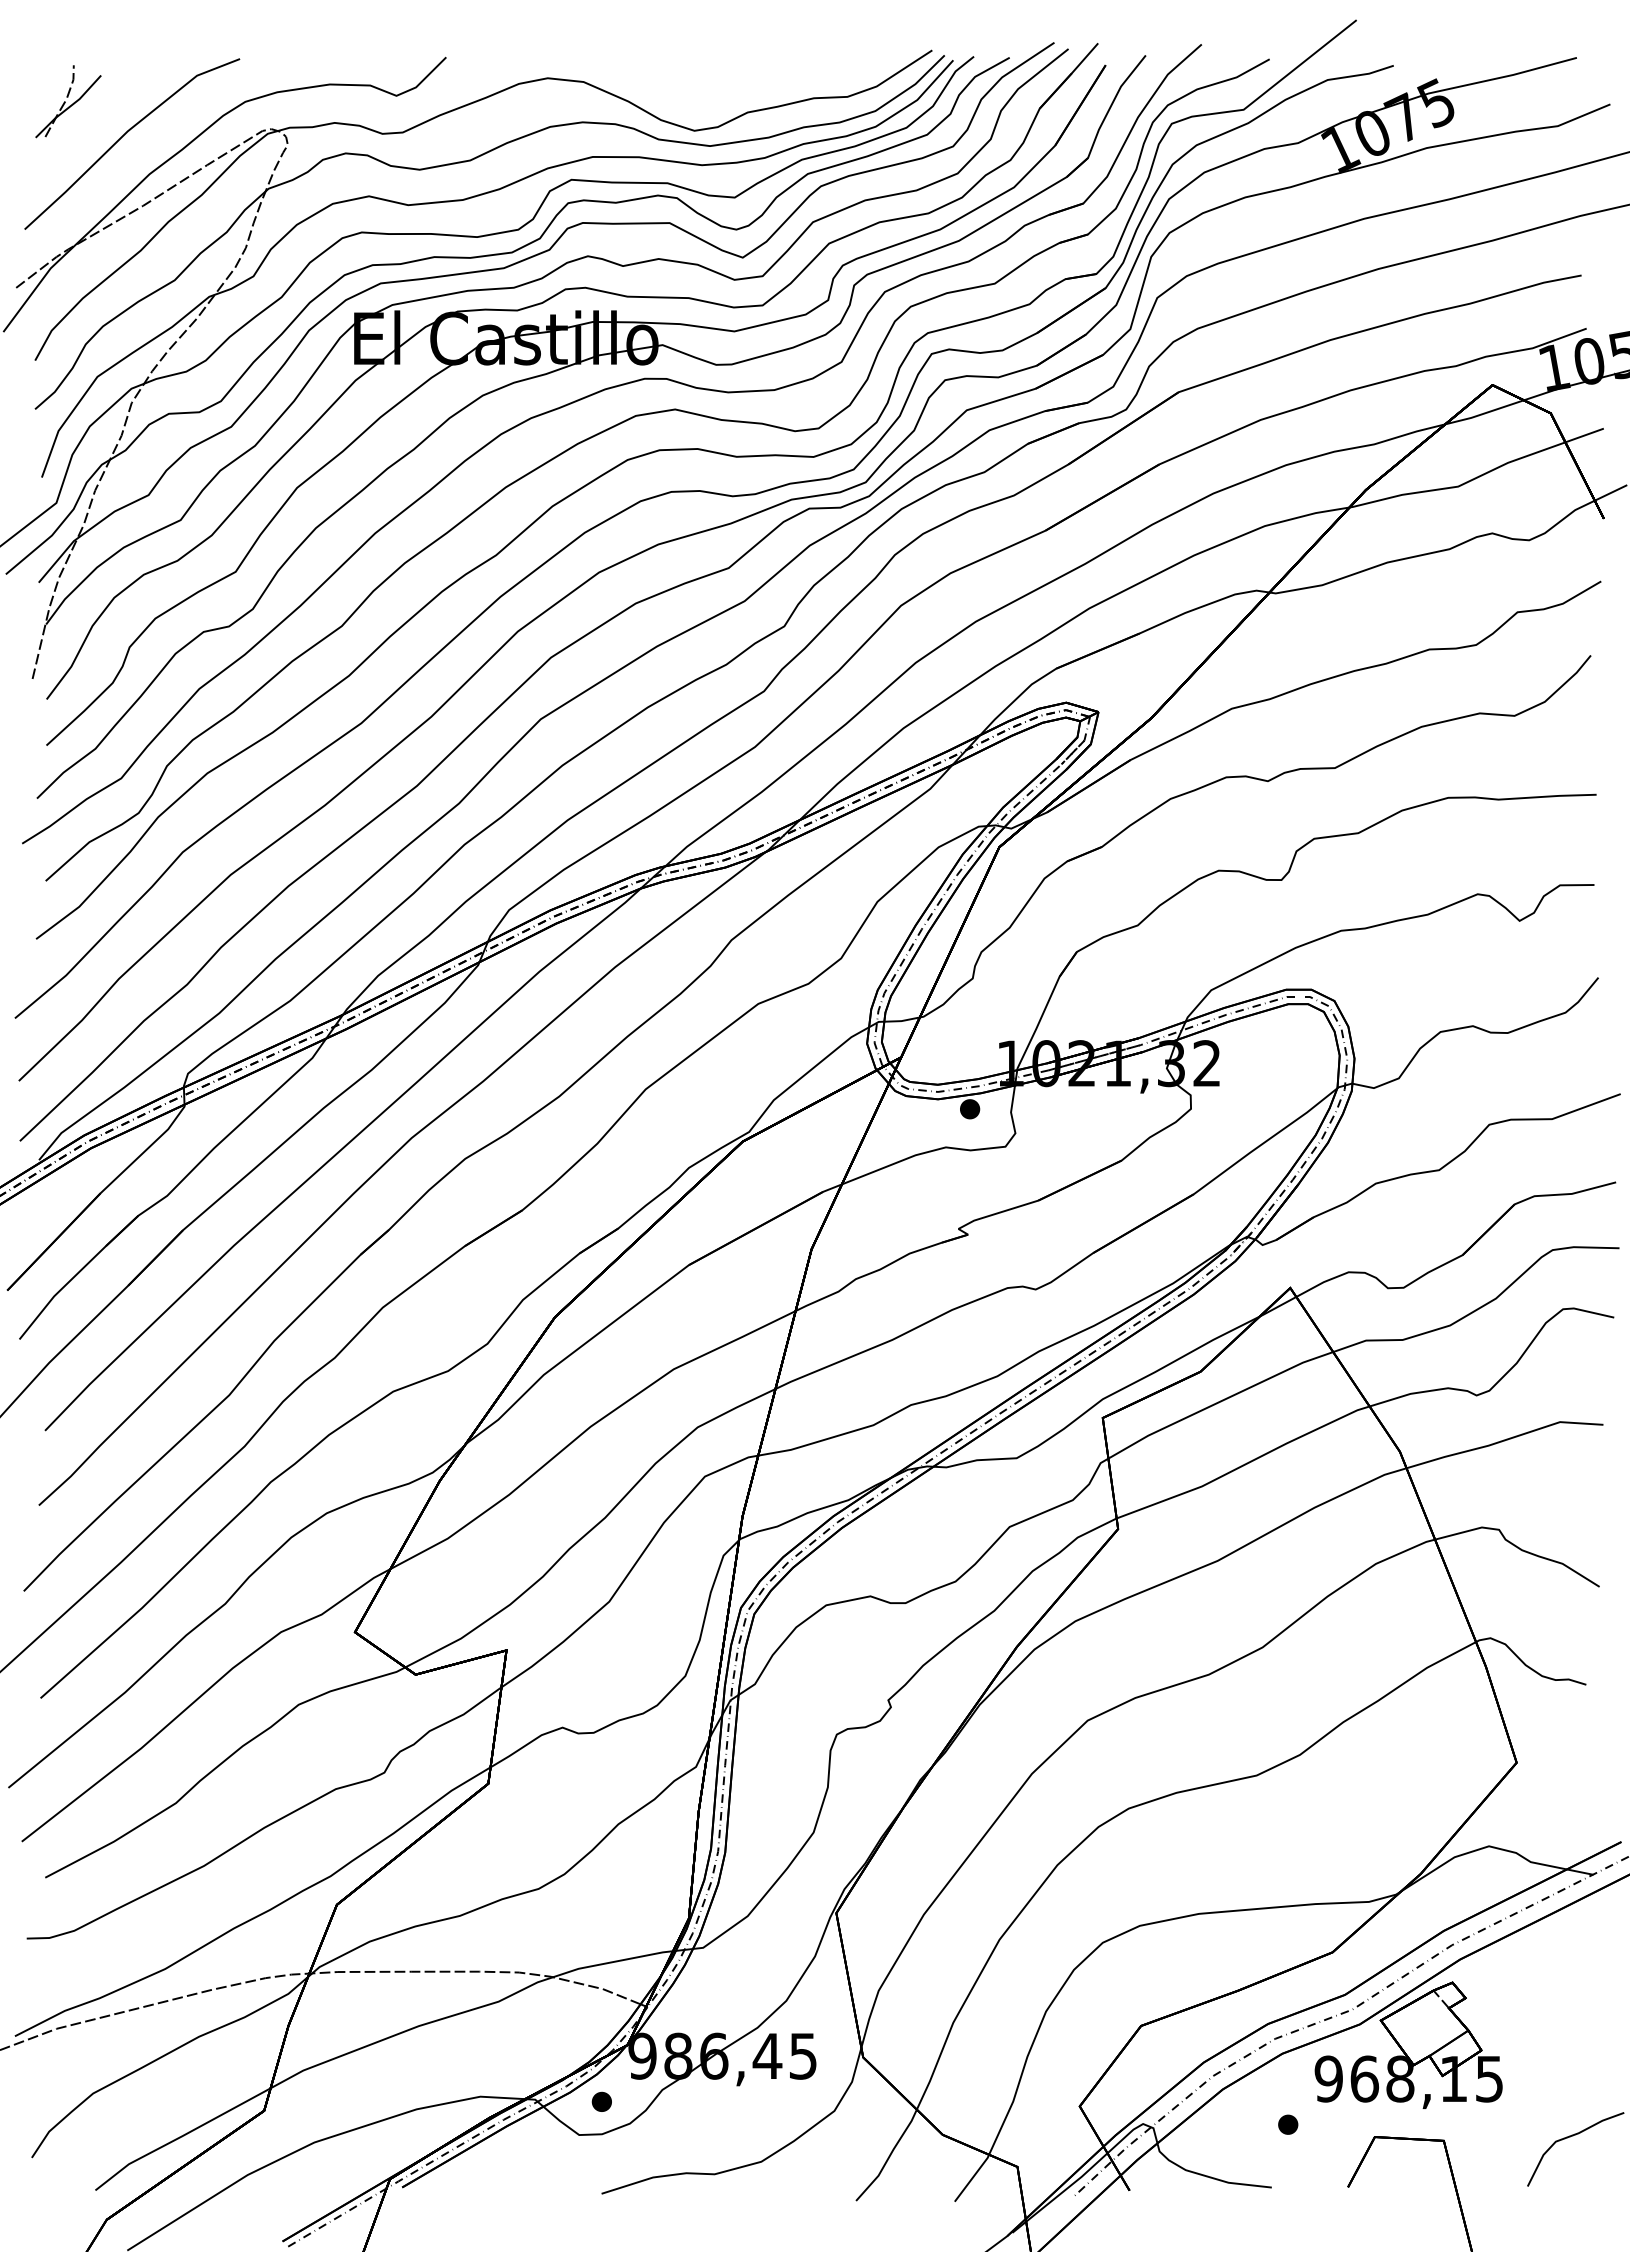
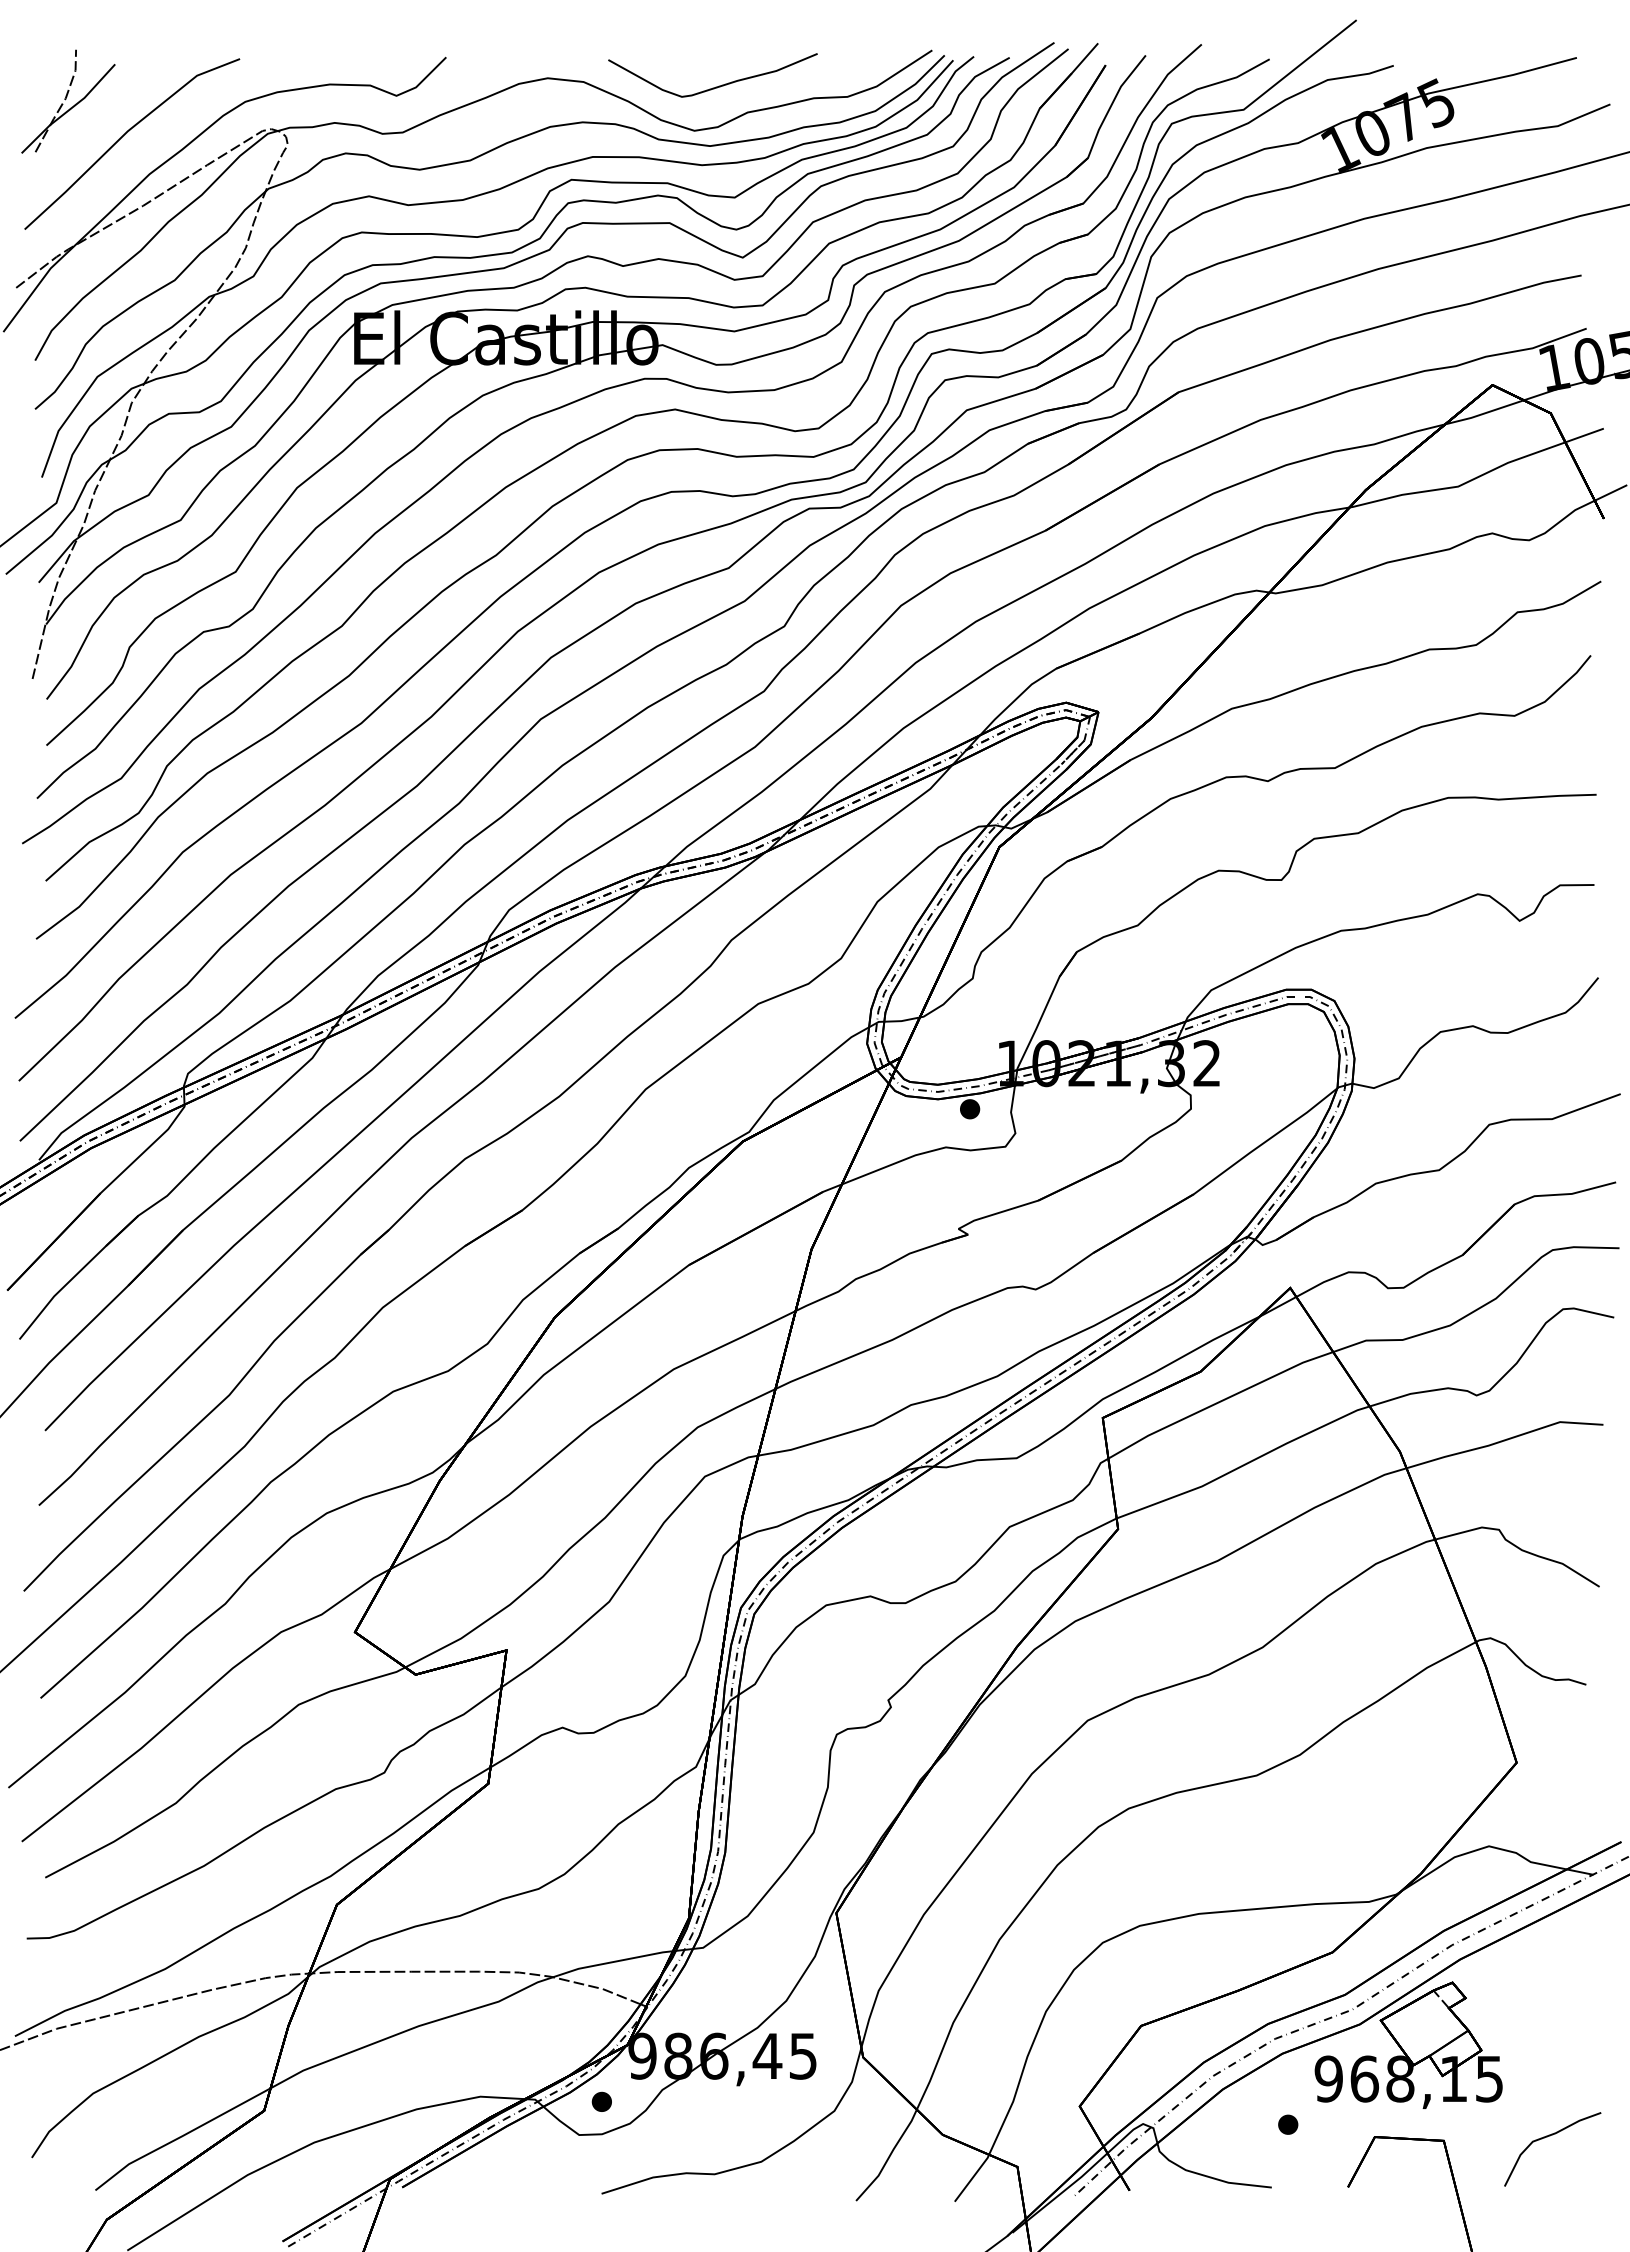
curve at (715, 86): none -> present
part at (68, 101) size: 67x74 px -> 95x105 px
curve at (1570, 2137) position: (1570, 2137) -> (1547, 2137)
